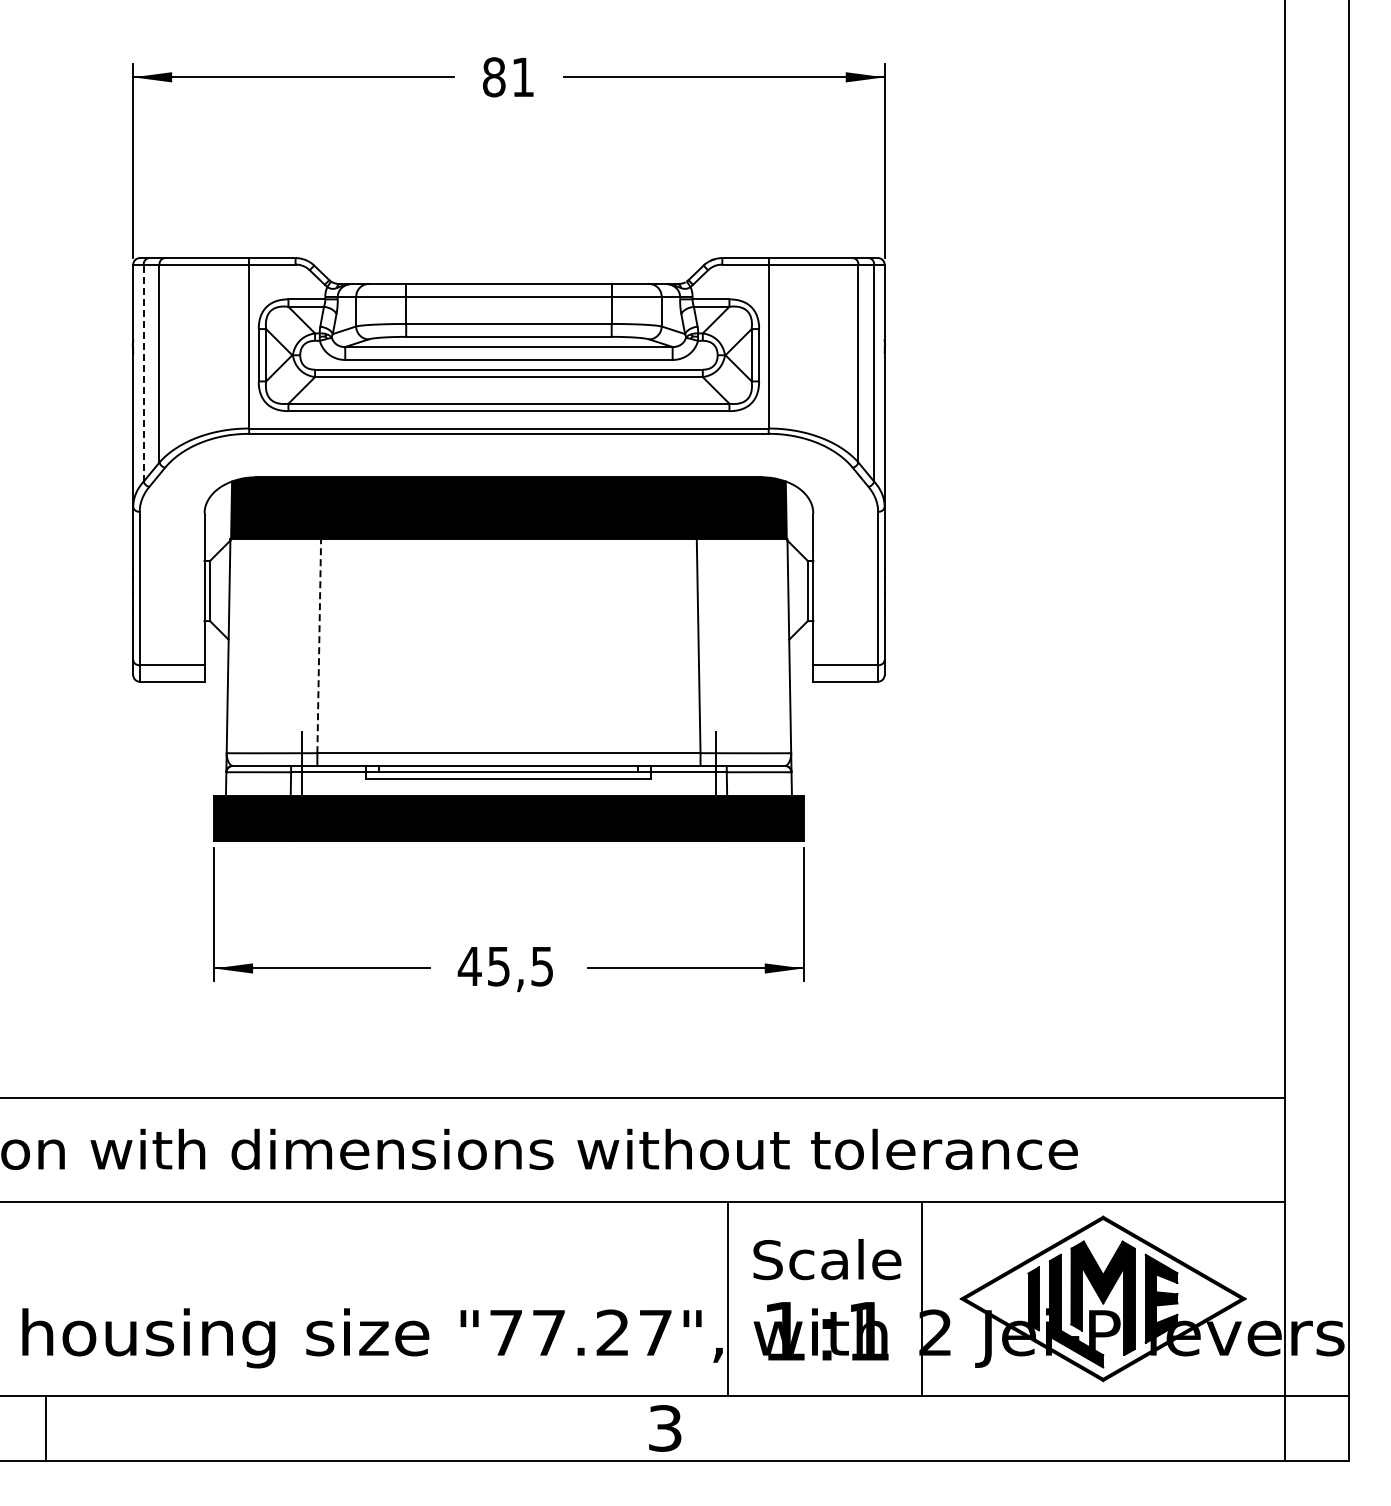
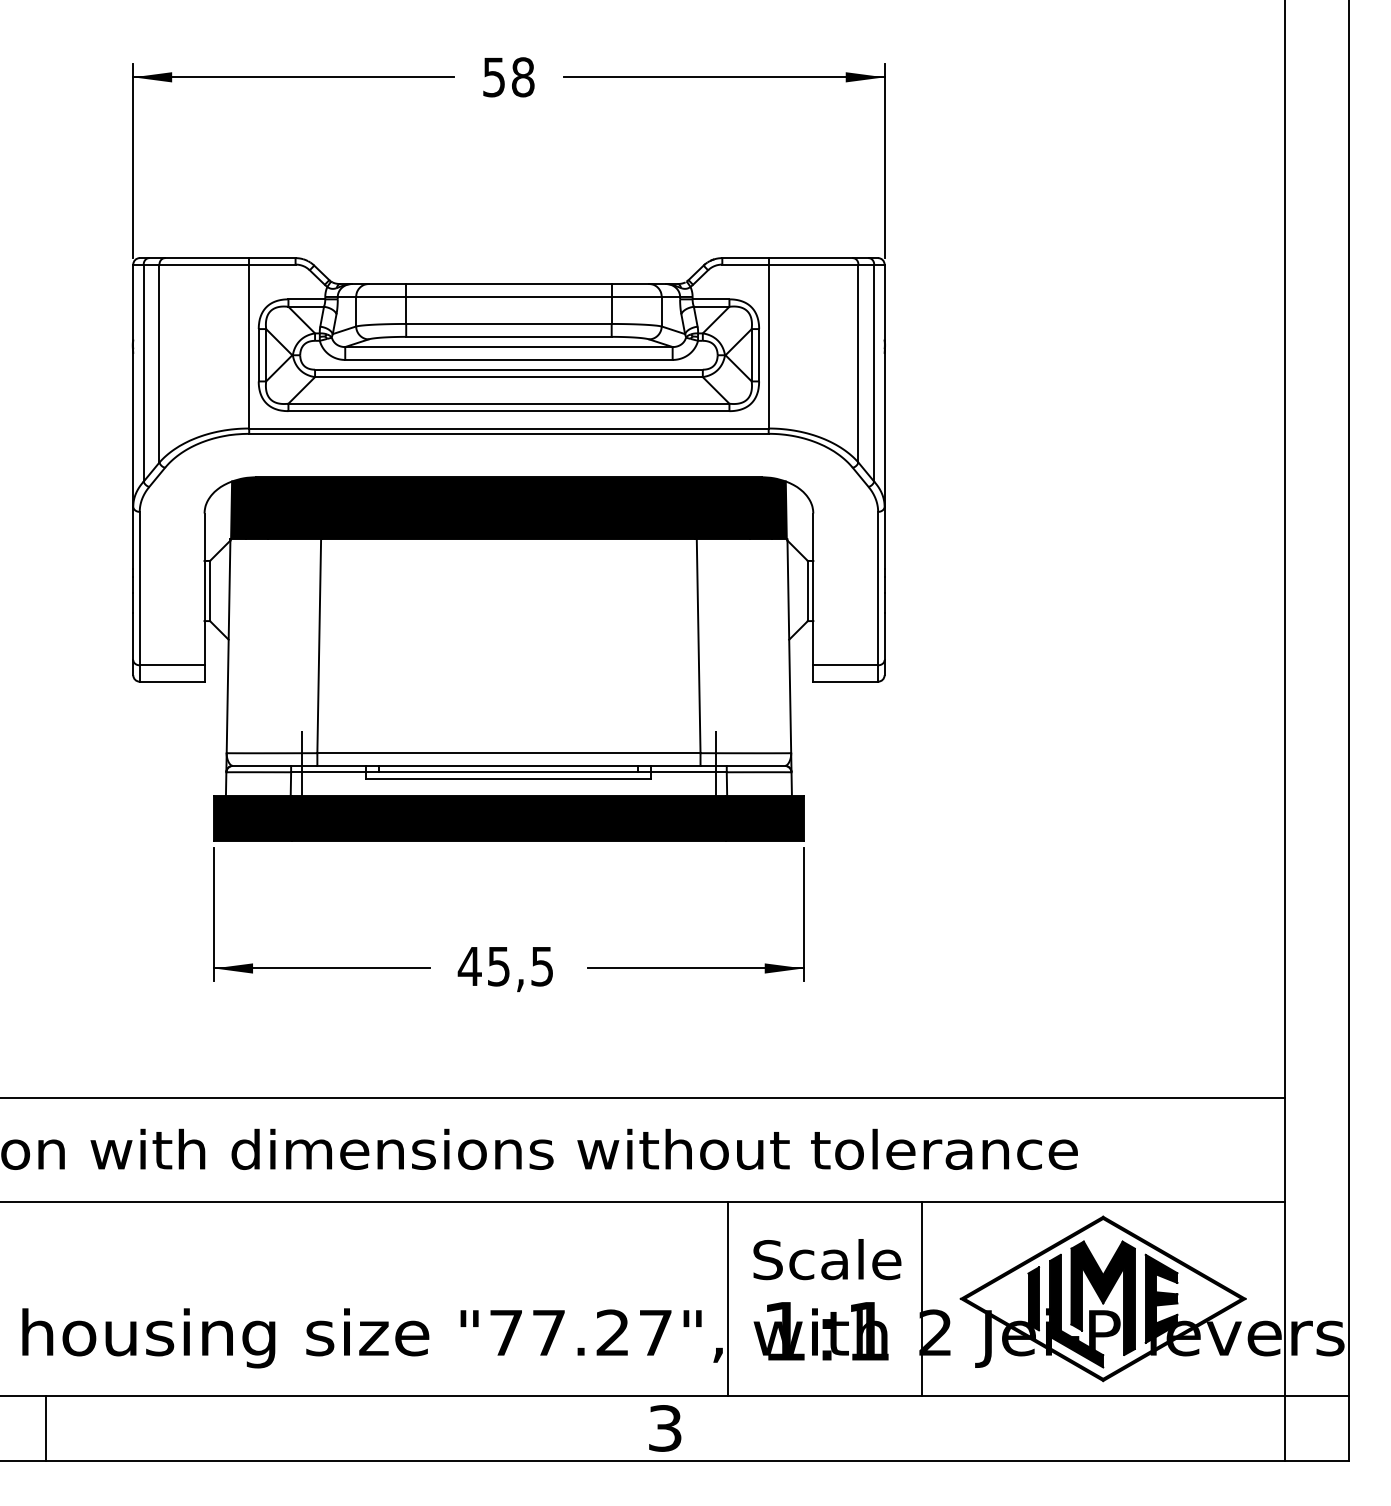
text at (508, 77): 81 -> 58
line at (143, 373): dashed -> solid
line at (319, 645): dashed -> solid
